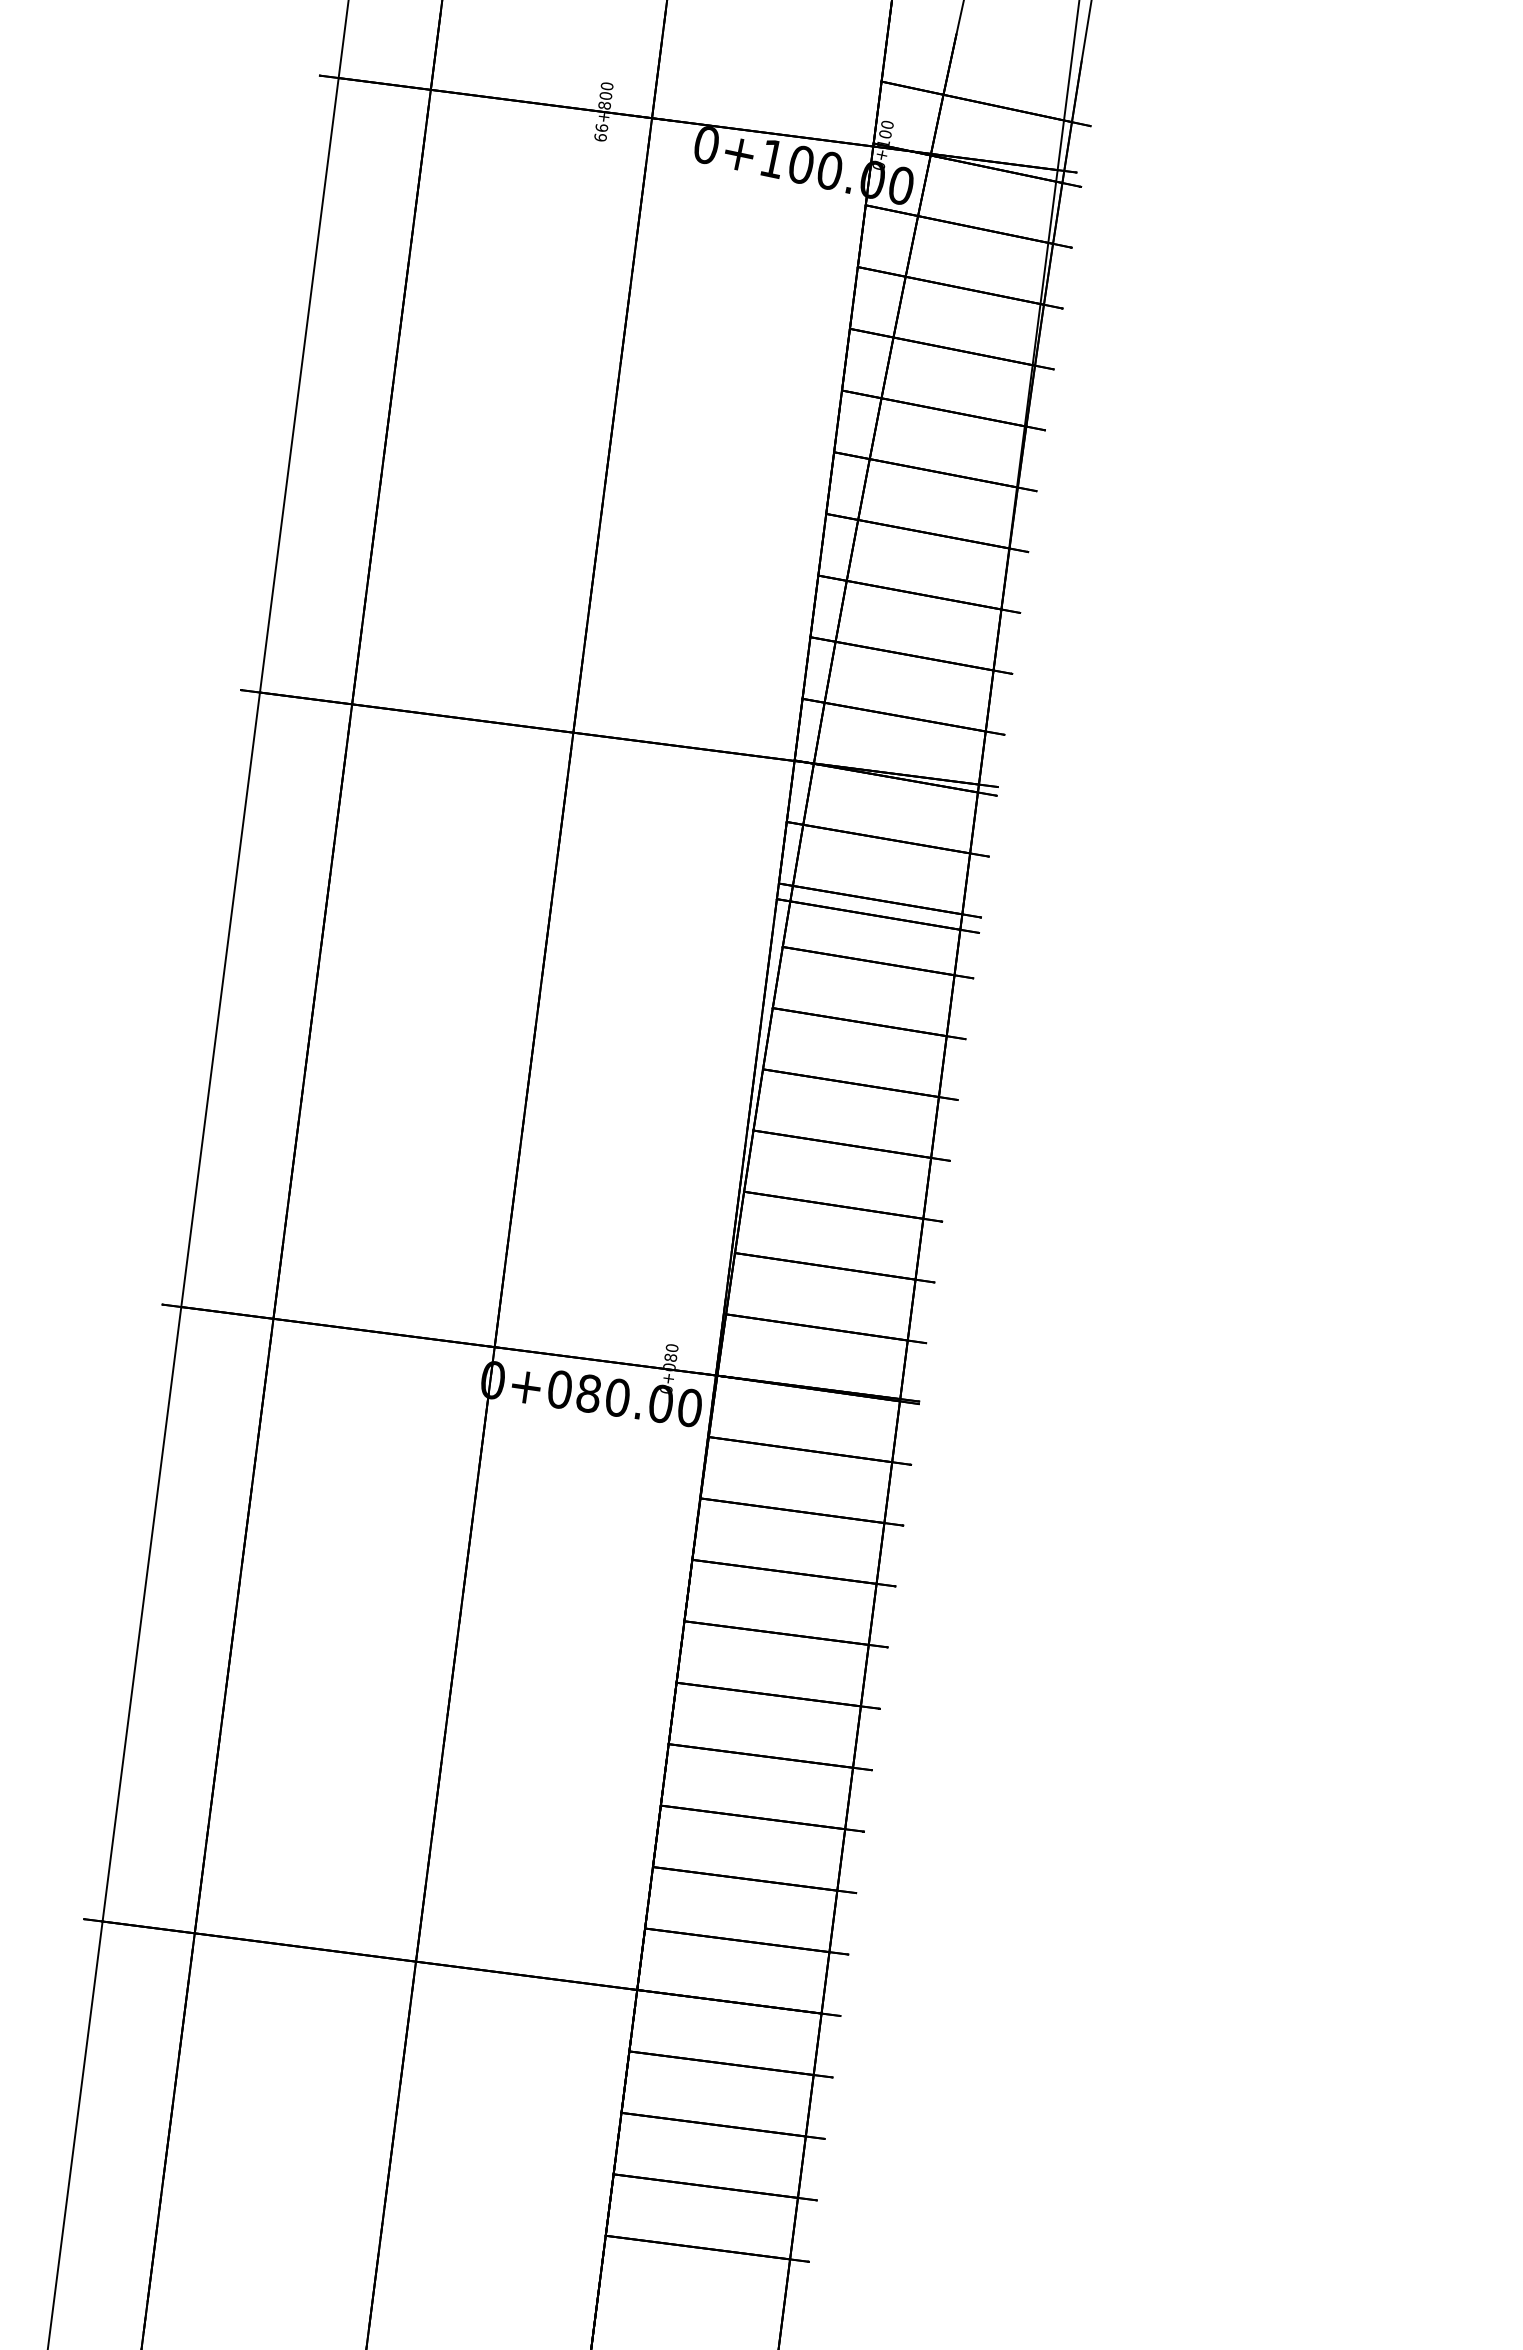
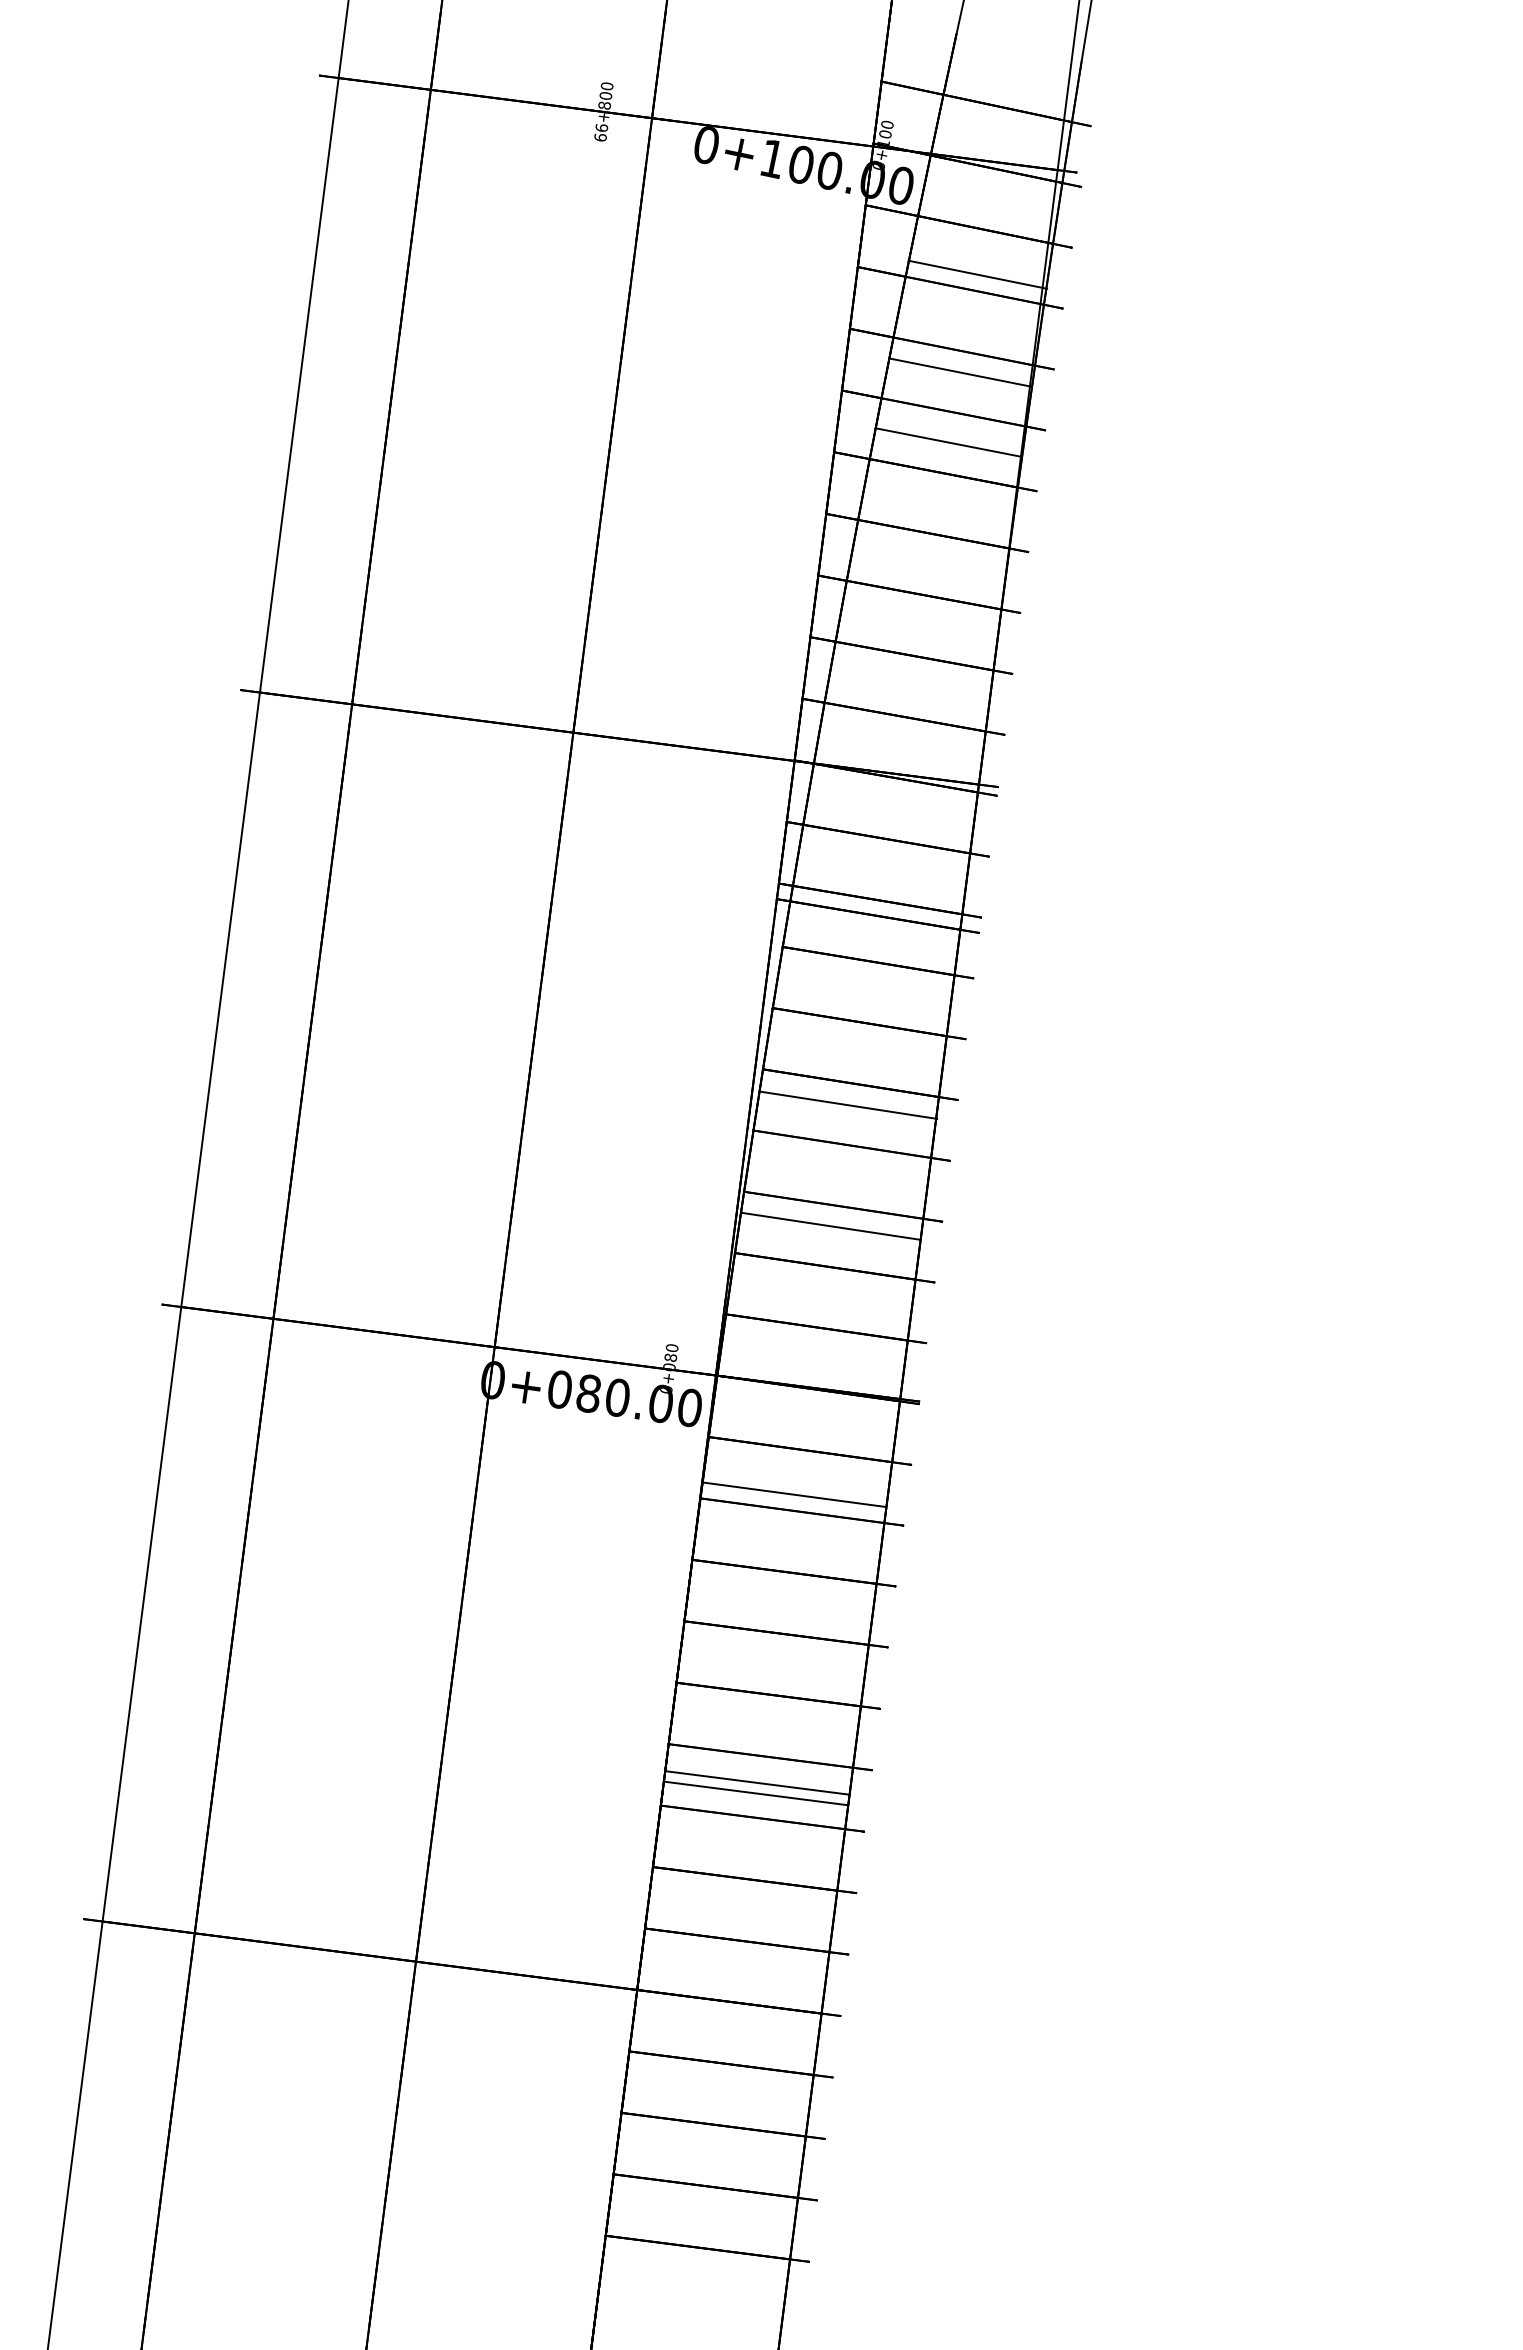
line at (974, 290) position: (974, 290) -> (977, 274)
line at (964, 351) position: (964, 351) -> (960, 372)
line at (953, 412) position: (953, 412) -> (947, 442)
line at (842, 1143) position: (842, 1143) -> (848, 1104)
line at (833, 1204) position: (833, 1204) -> (830, 1225)
line at (792, 1510) position: (792, 1510) -> (794, 1494)
line at (760, 1755) position: (760, 1755) -> (757, 1782)
line at (752, 1817) position: (752, 1817) -> (755, 1793)
